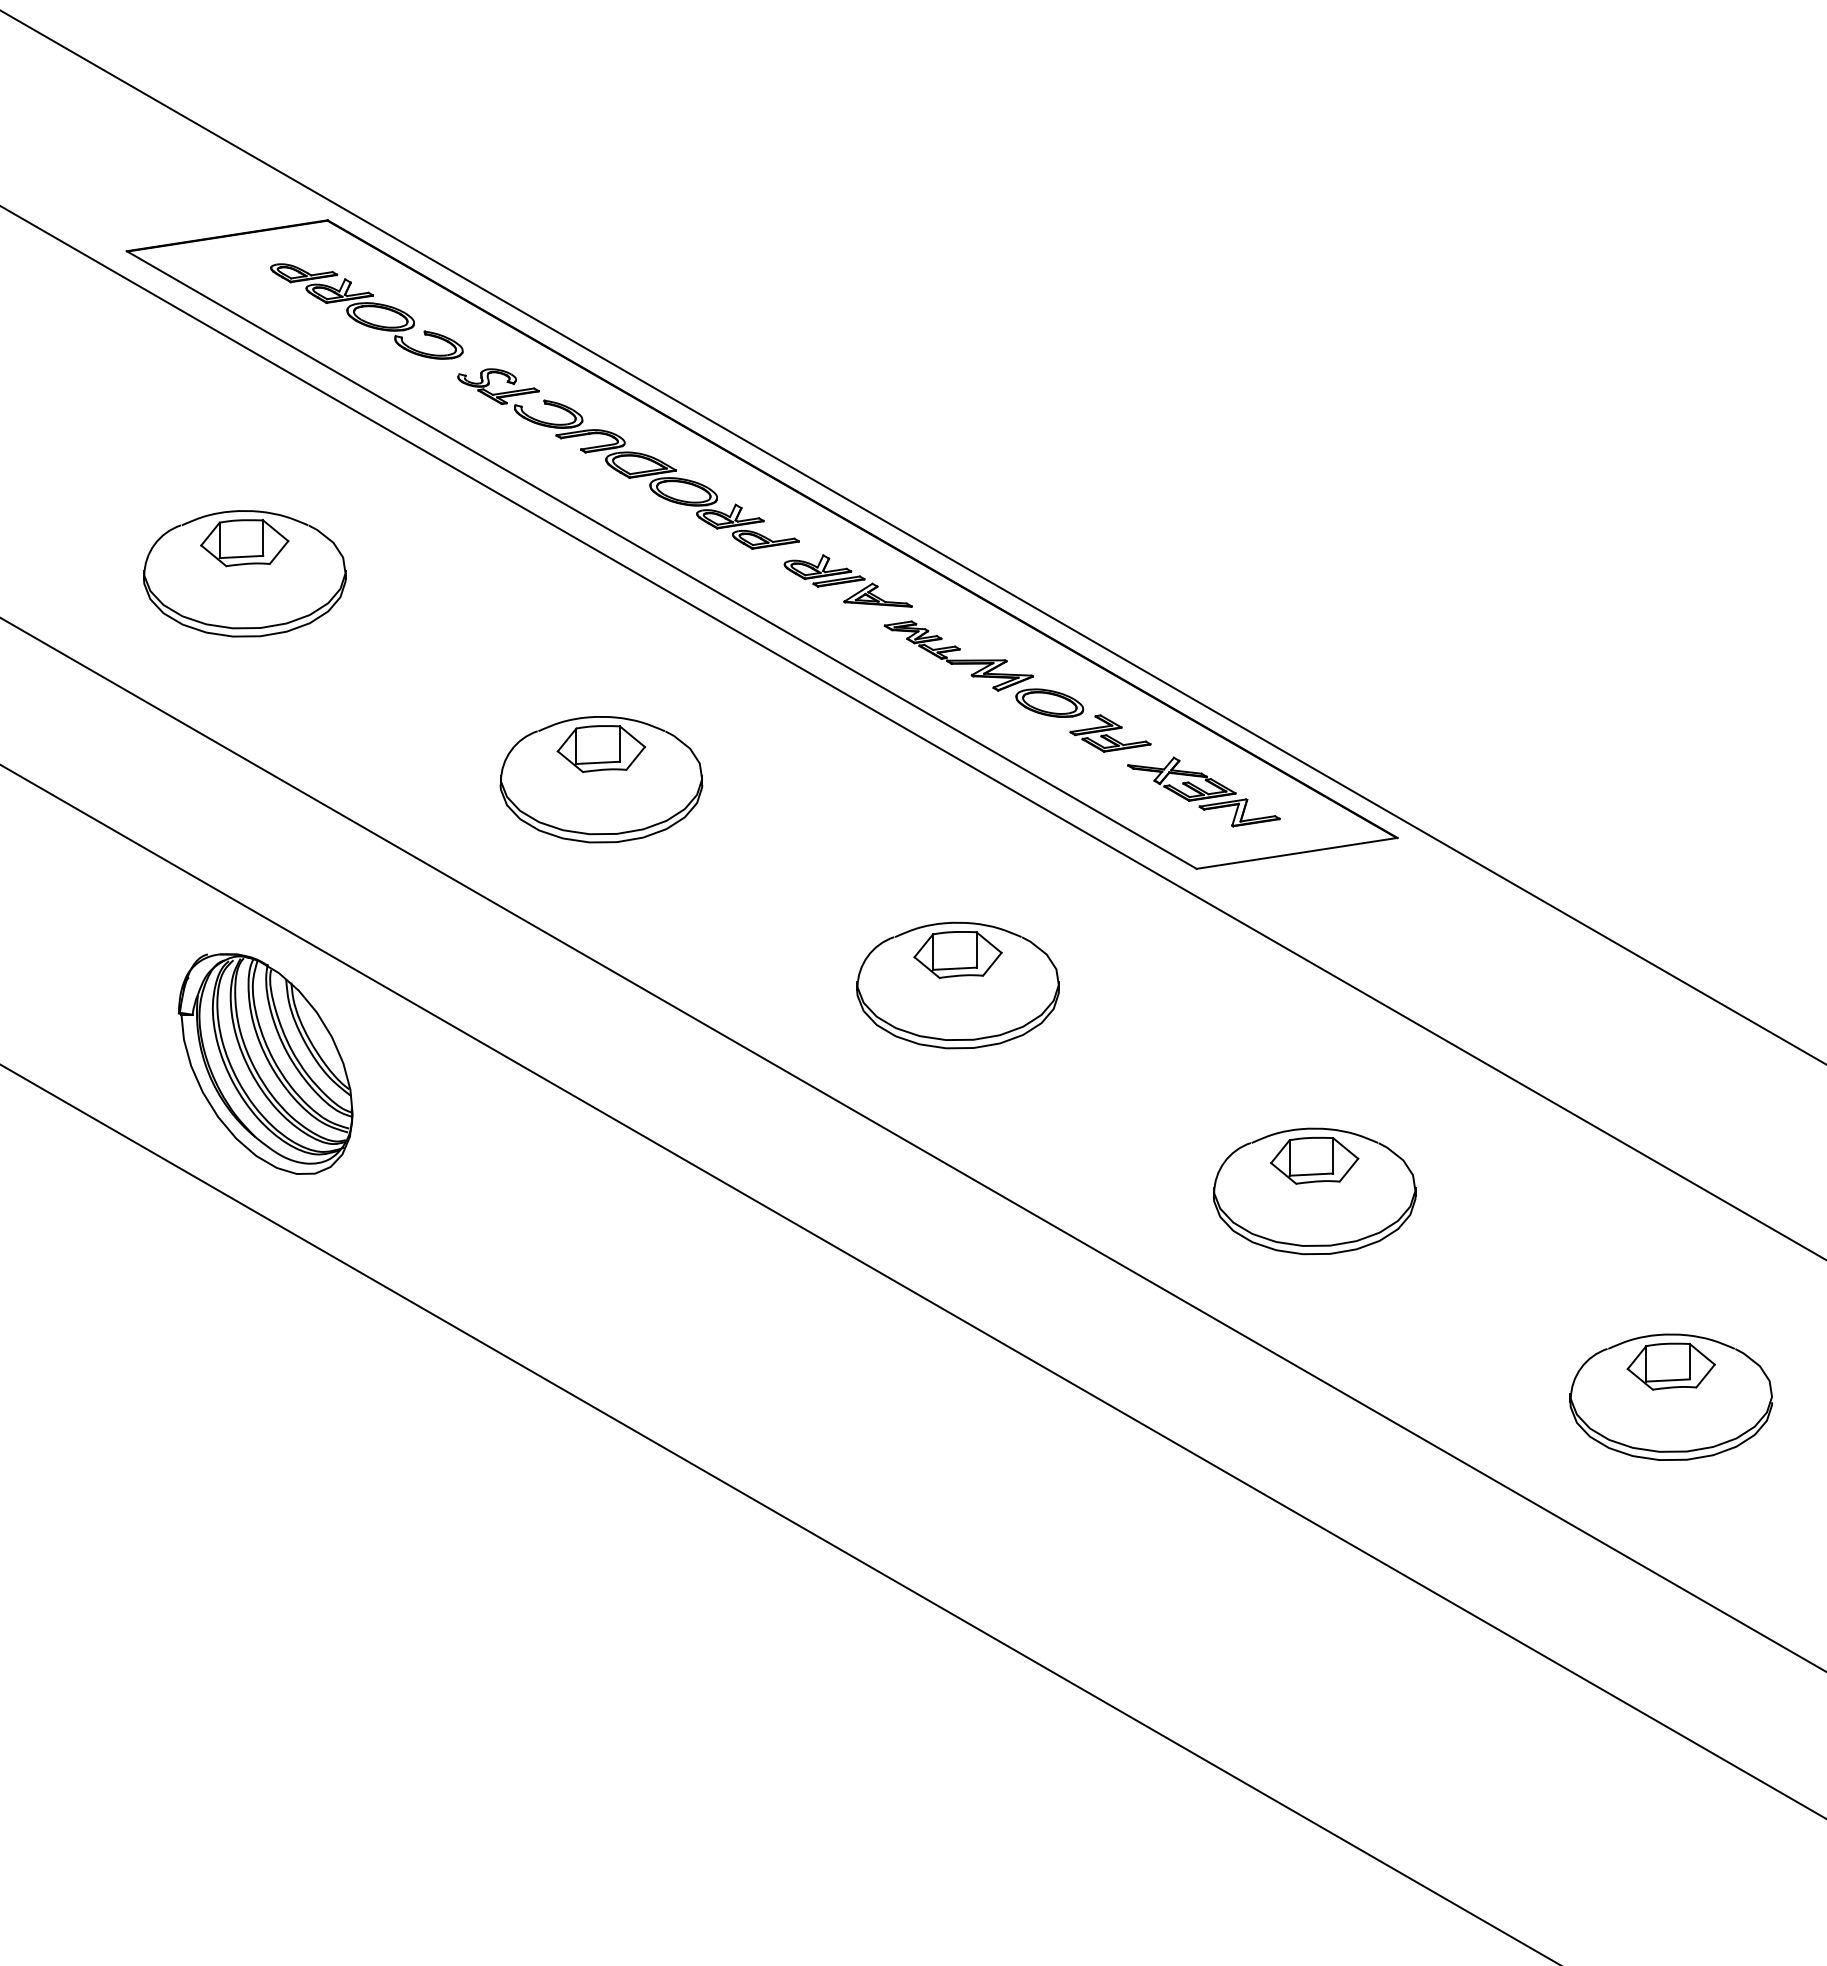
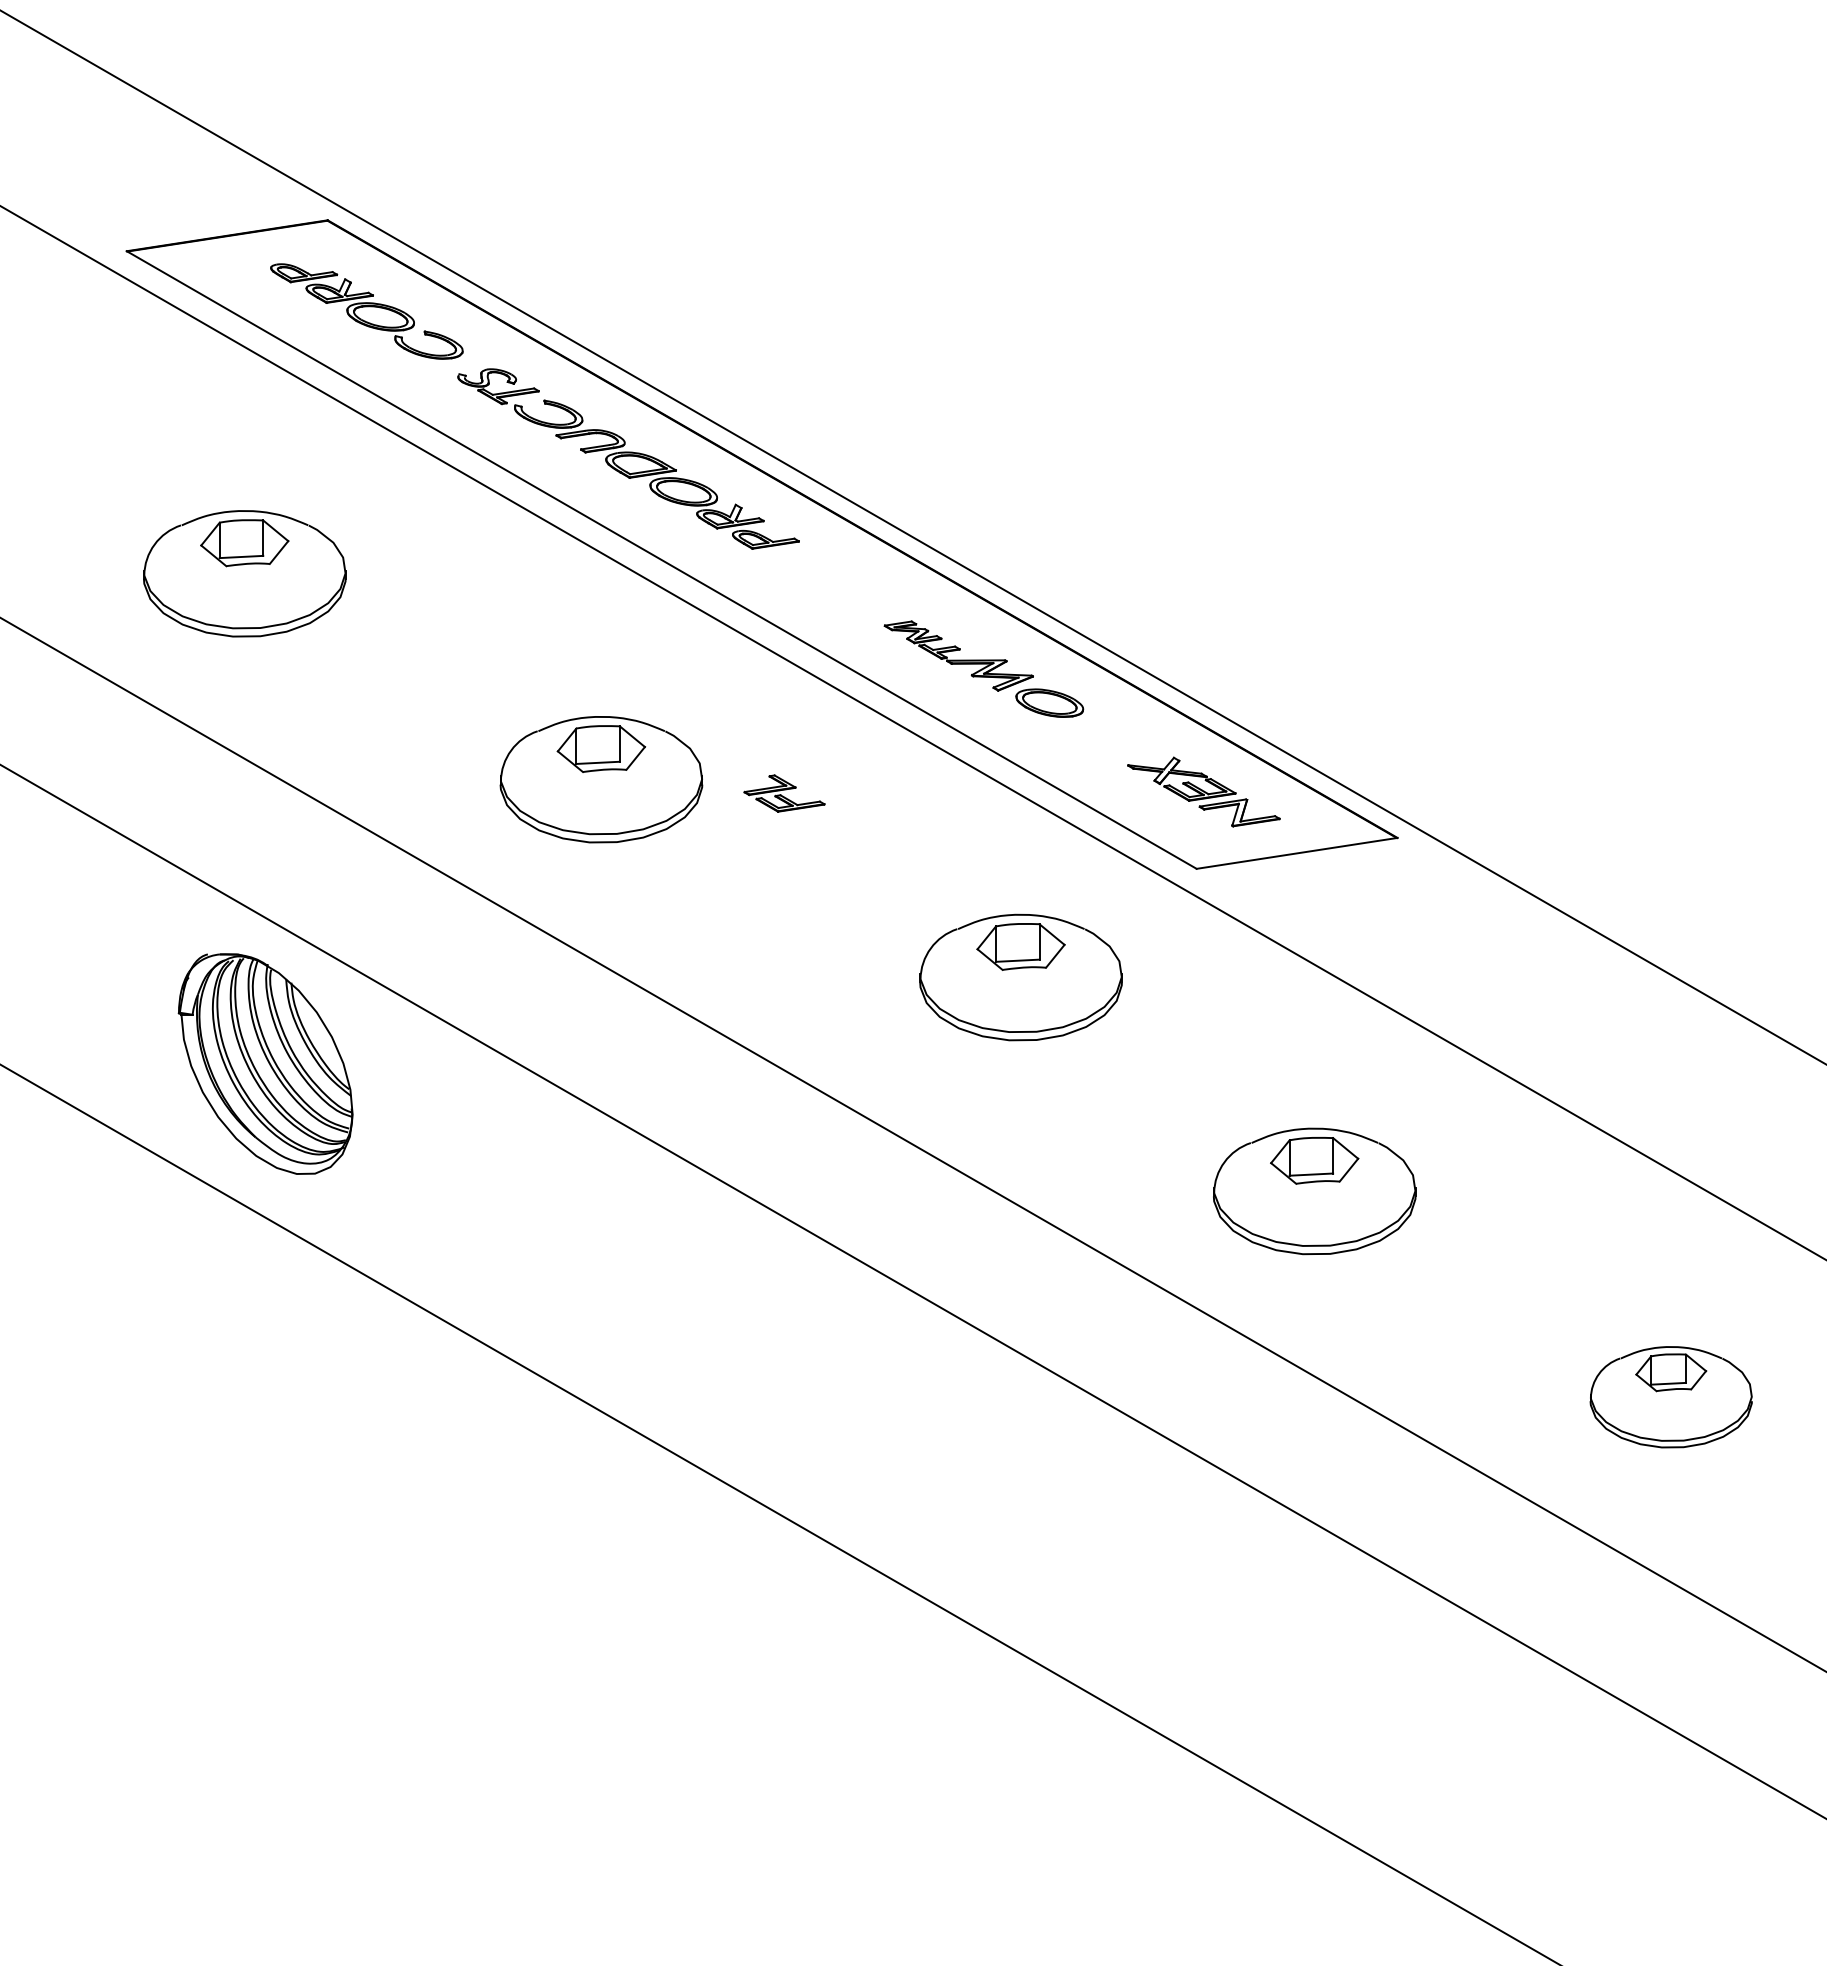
part at (847, 580): present -> none
part at (1110, 733) position: (1110, 733) -> (784, 793)
part at (957, 985) position: (957, 985) -> (1020, 977)
part at (1670, 1396) size: 204x128 px -> 164x103 px
